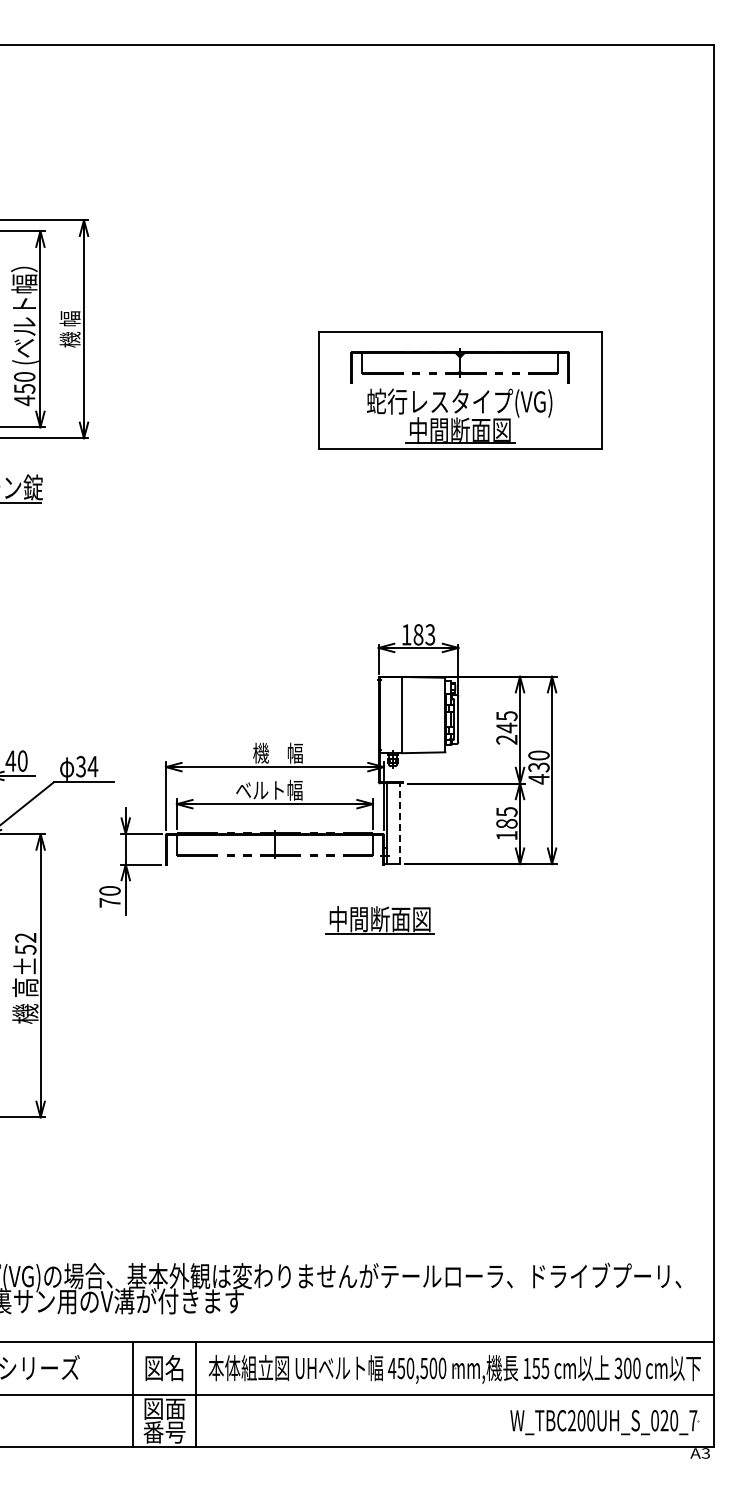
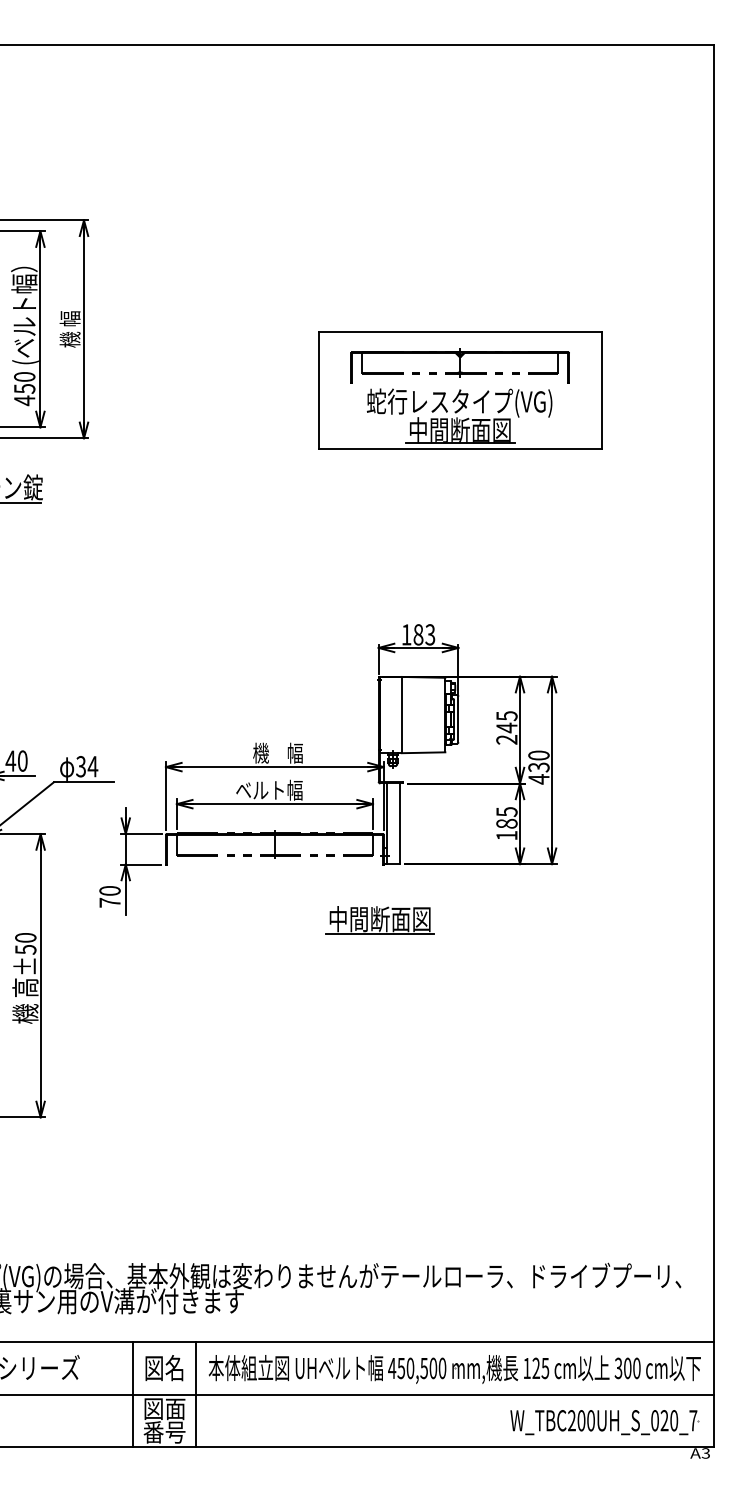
line at (399, 823): dashed -> solid
text at (25, 937): ±52 -> ±50
text at (535, 1368): 155 -> 125
